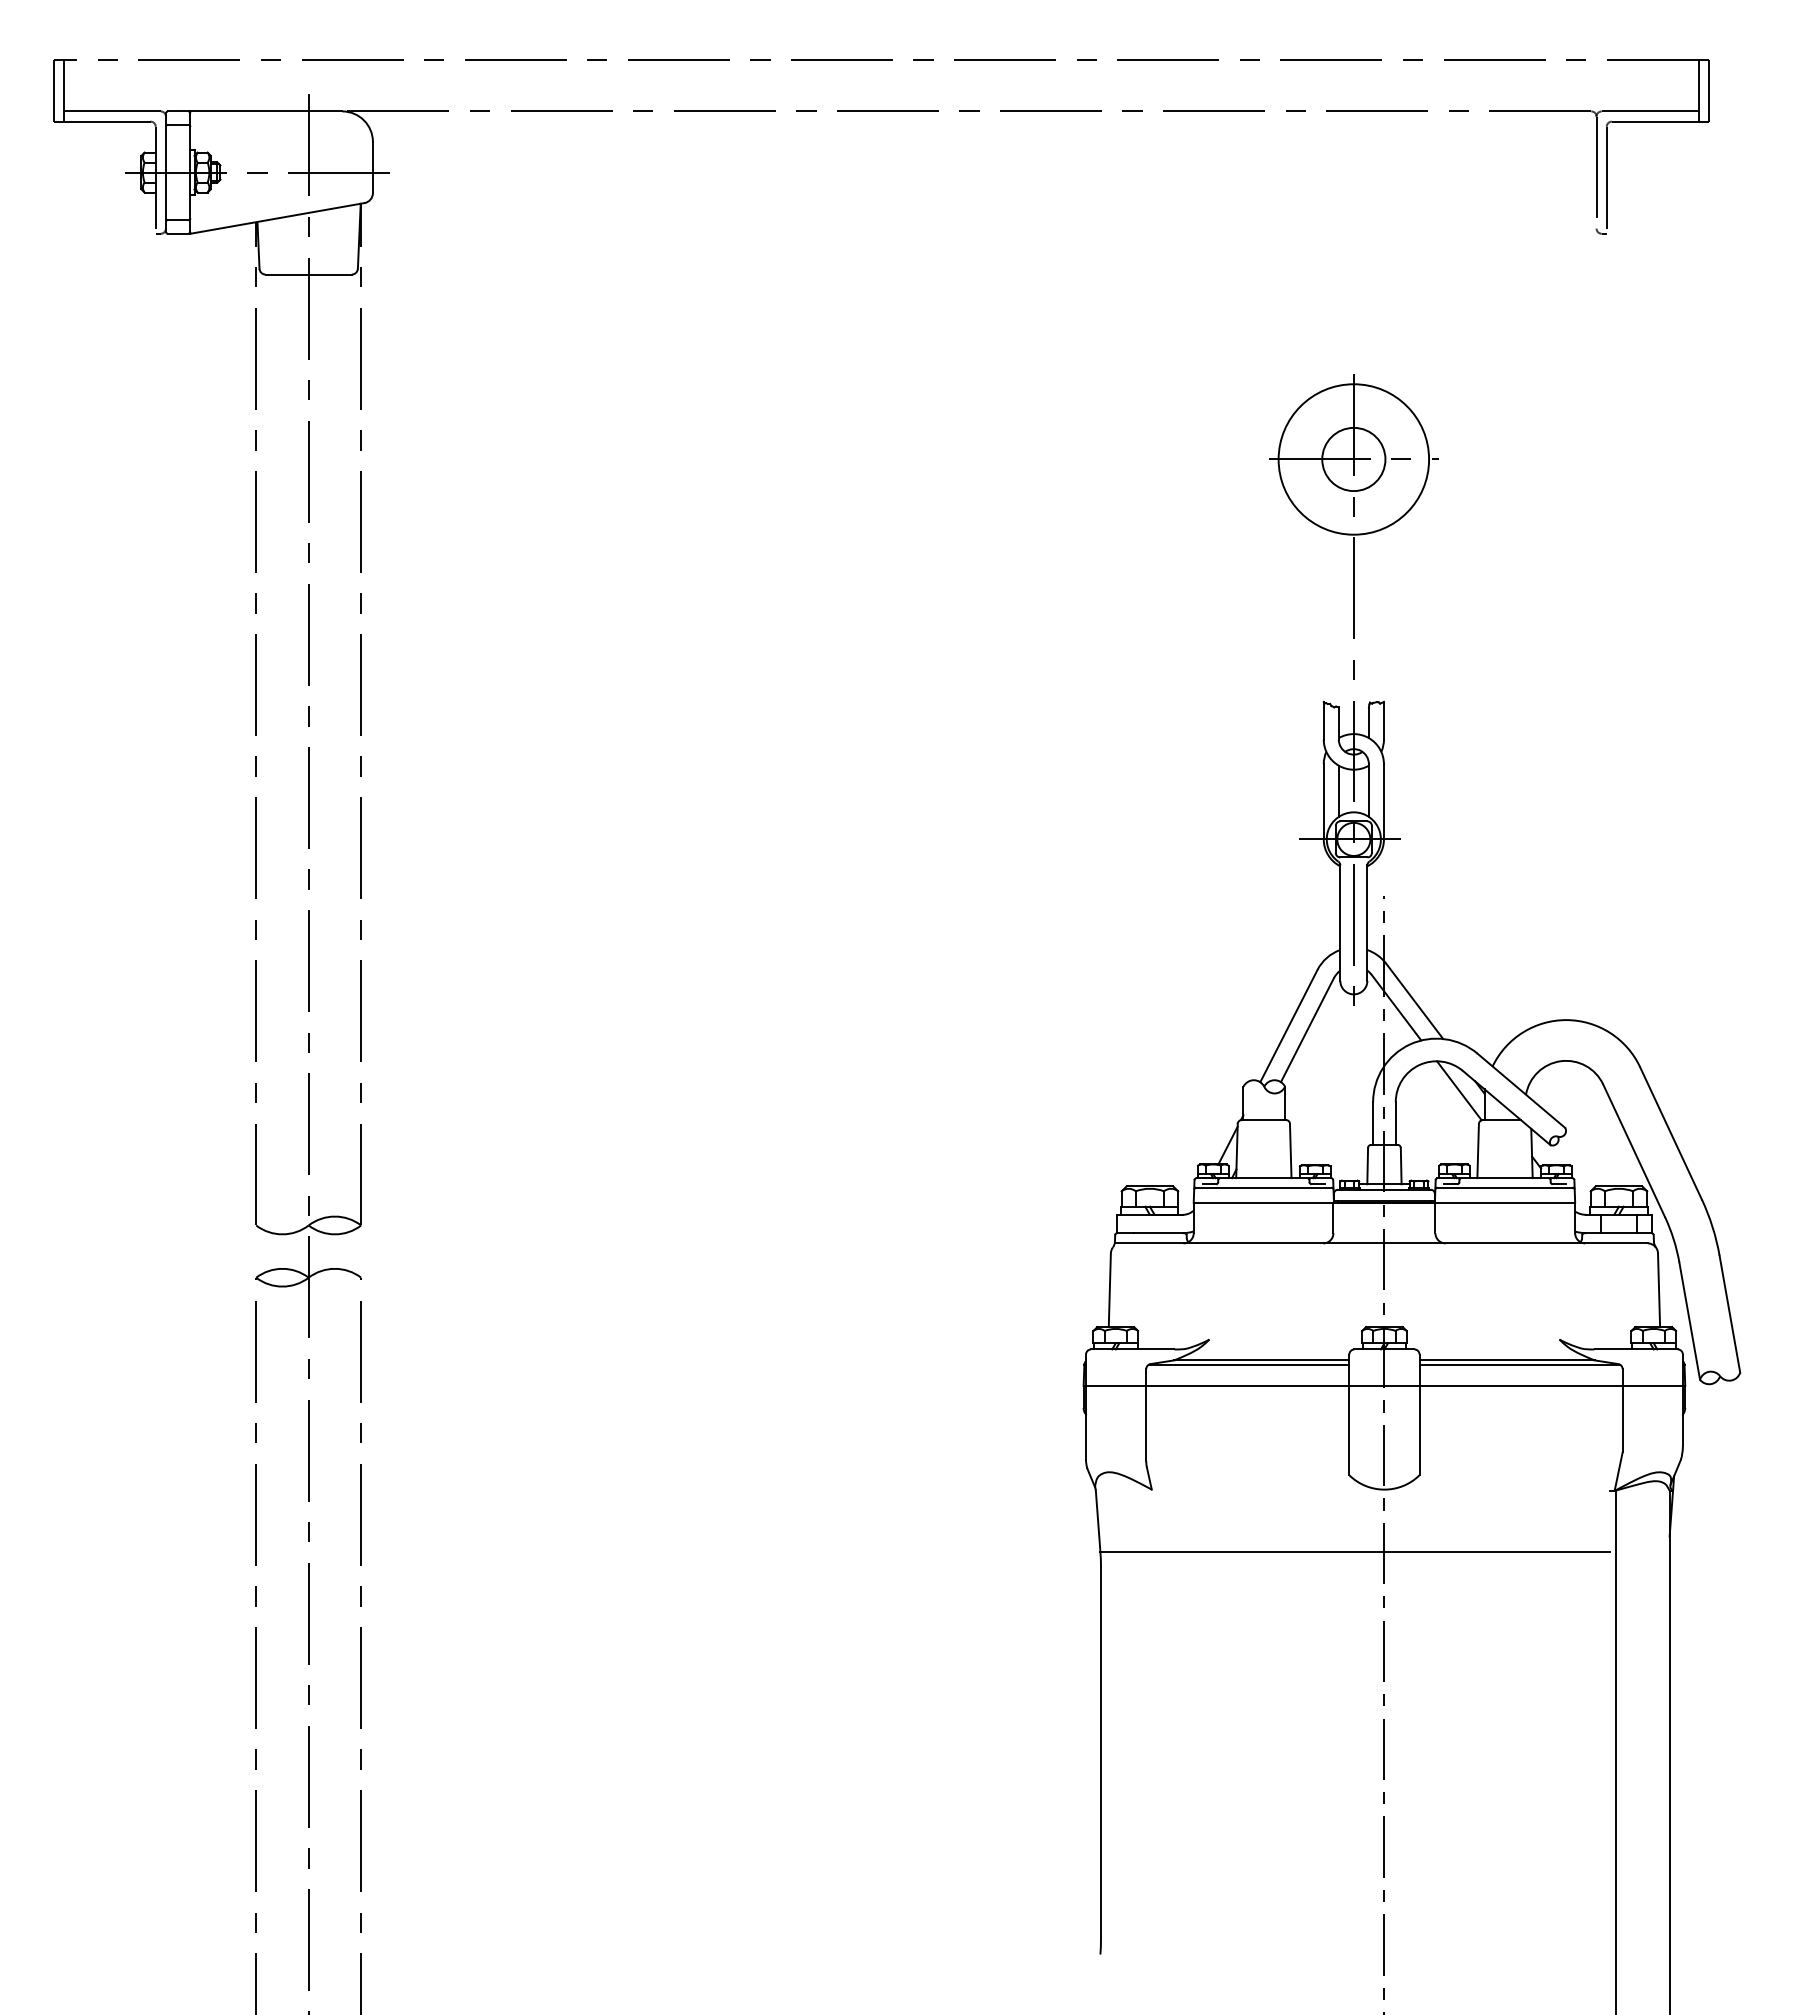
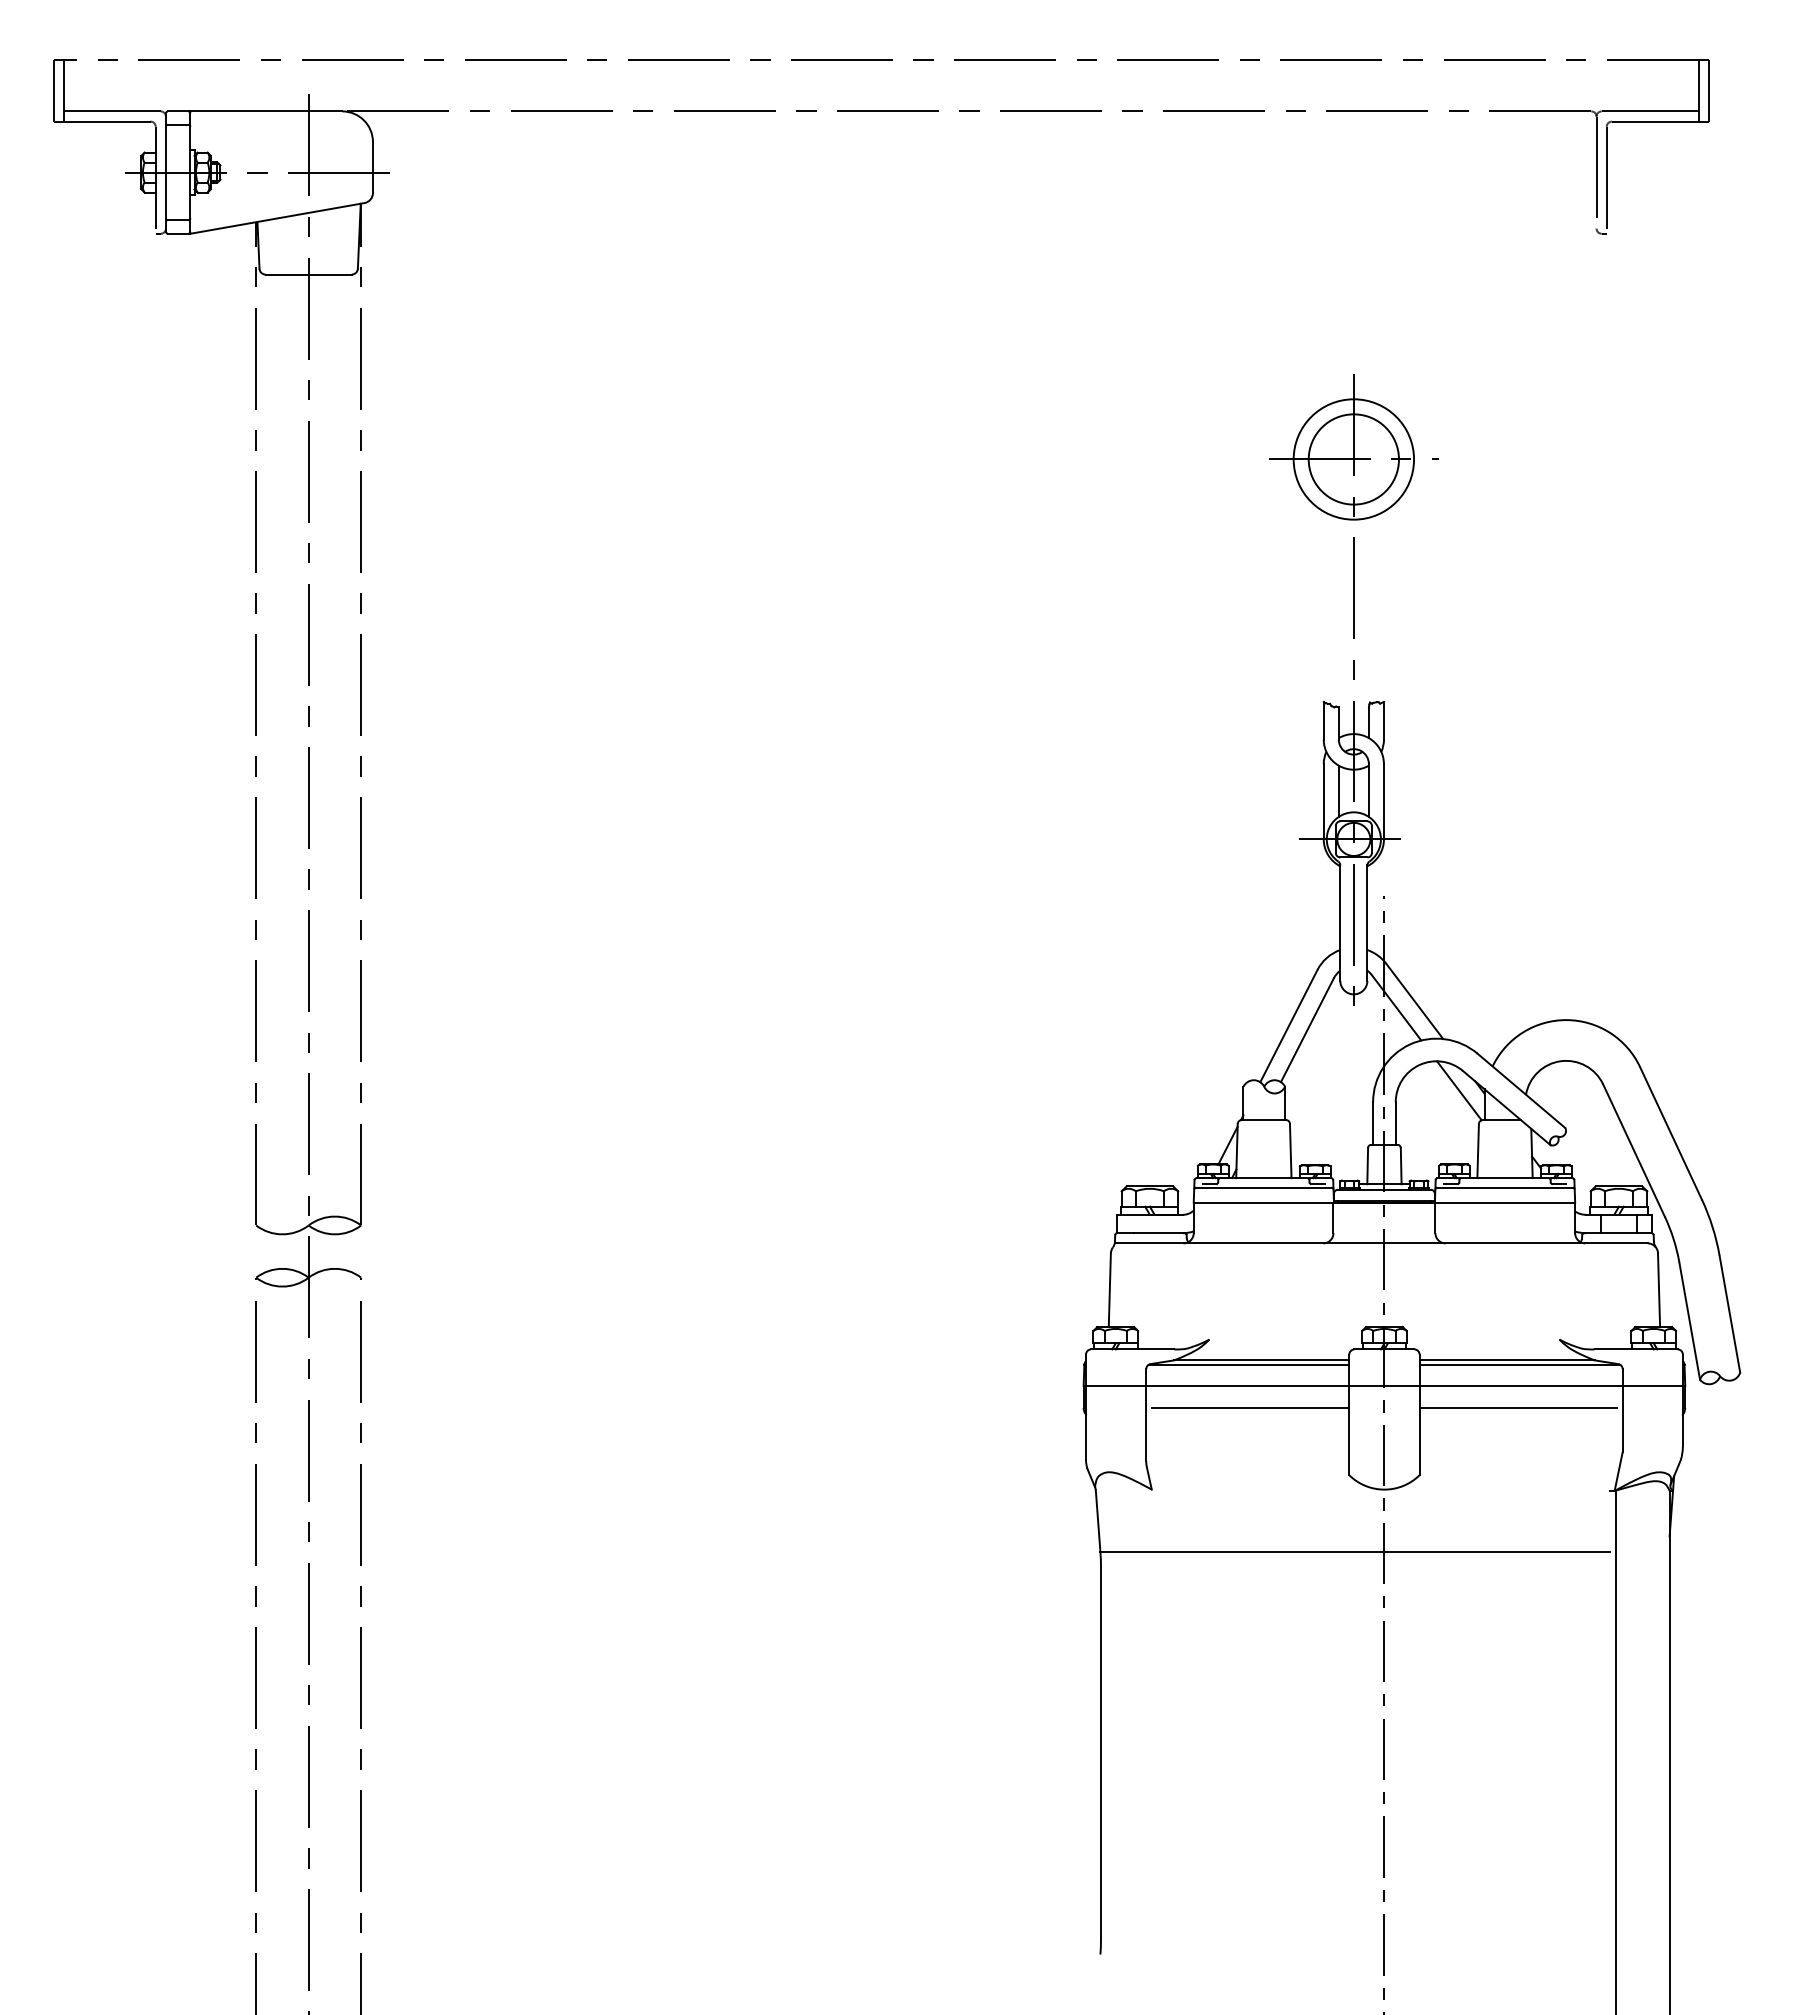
circle at (1353, 459) diameter: 150 px -> 120 px
circle at (1353, 459) diameter: 63 px -> 90 px
line at (1250, 1407): none -> present
line at (1517, 1407): none -> present
